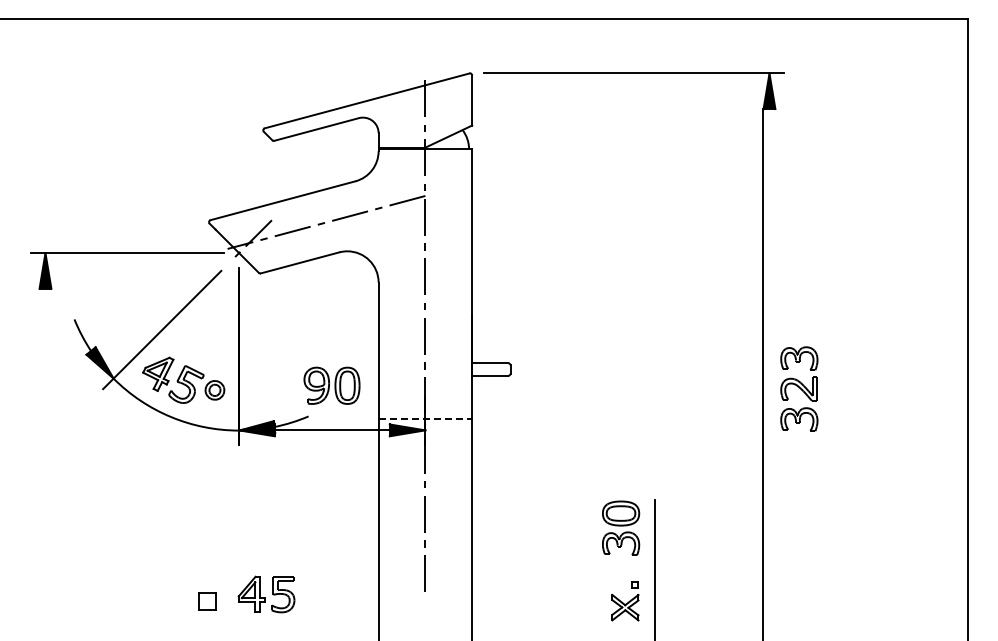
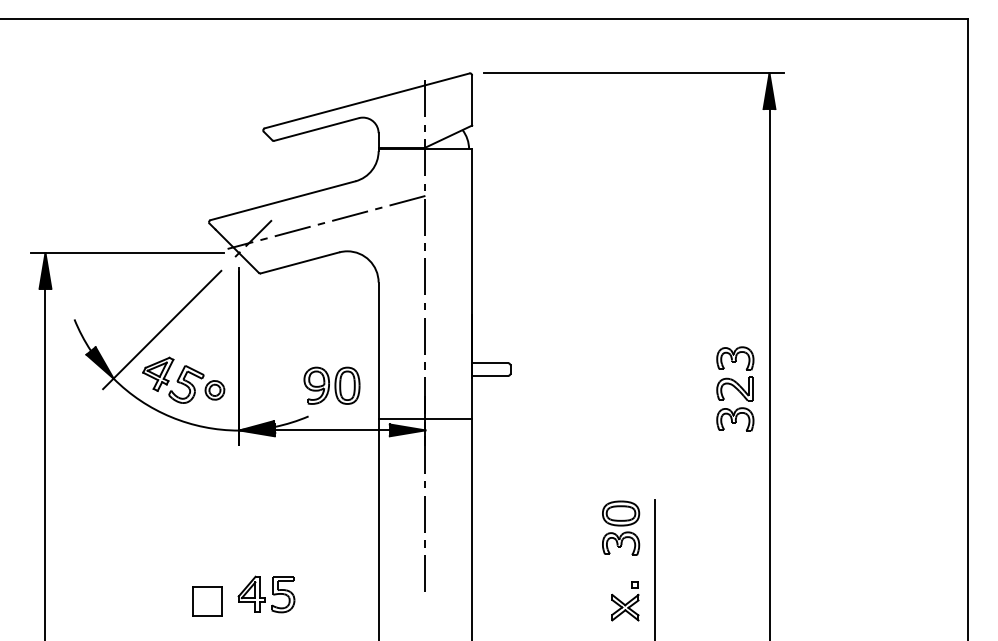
line at (762, 373) position: (762, 373) -> (769, 373)
part at (799, 388) position: (799, 388) -> (735, 388)
line at (425, 419): dashed -> solid
line at (45, 462): none -> present
part at (207, 601) size: 19x19 px -> 31x31 px
